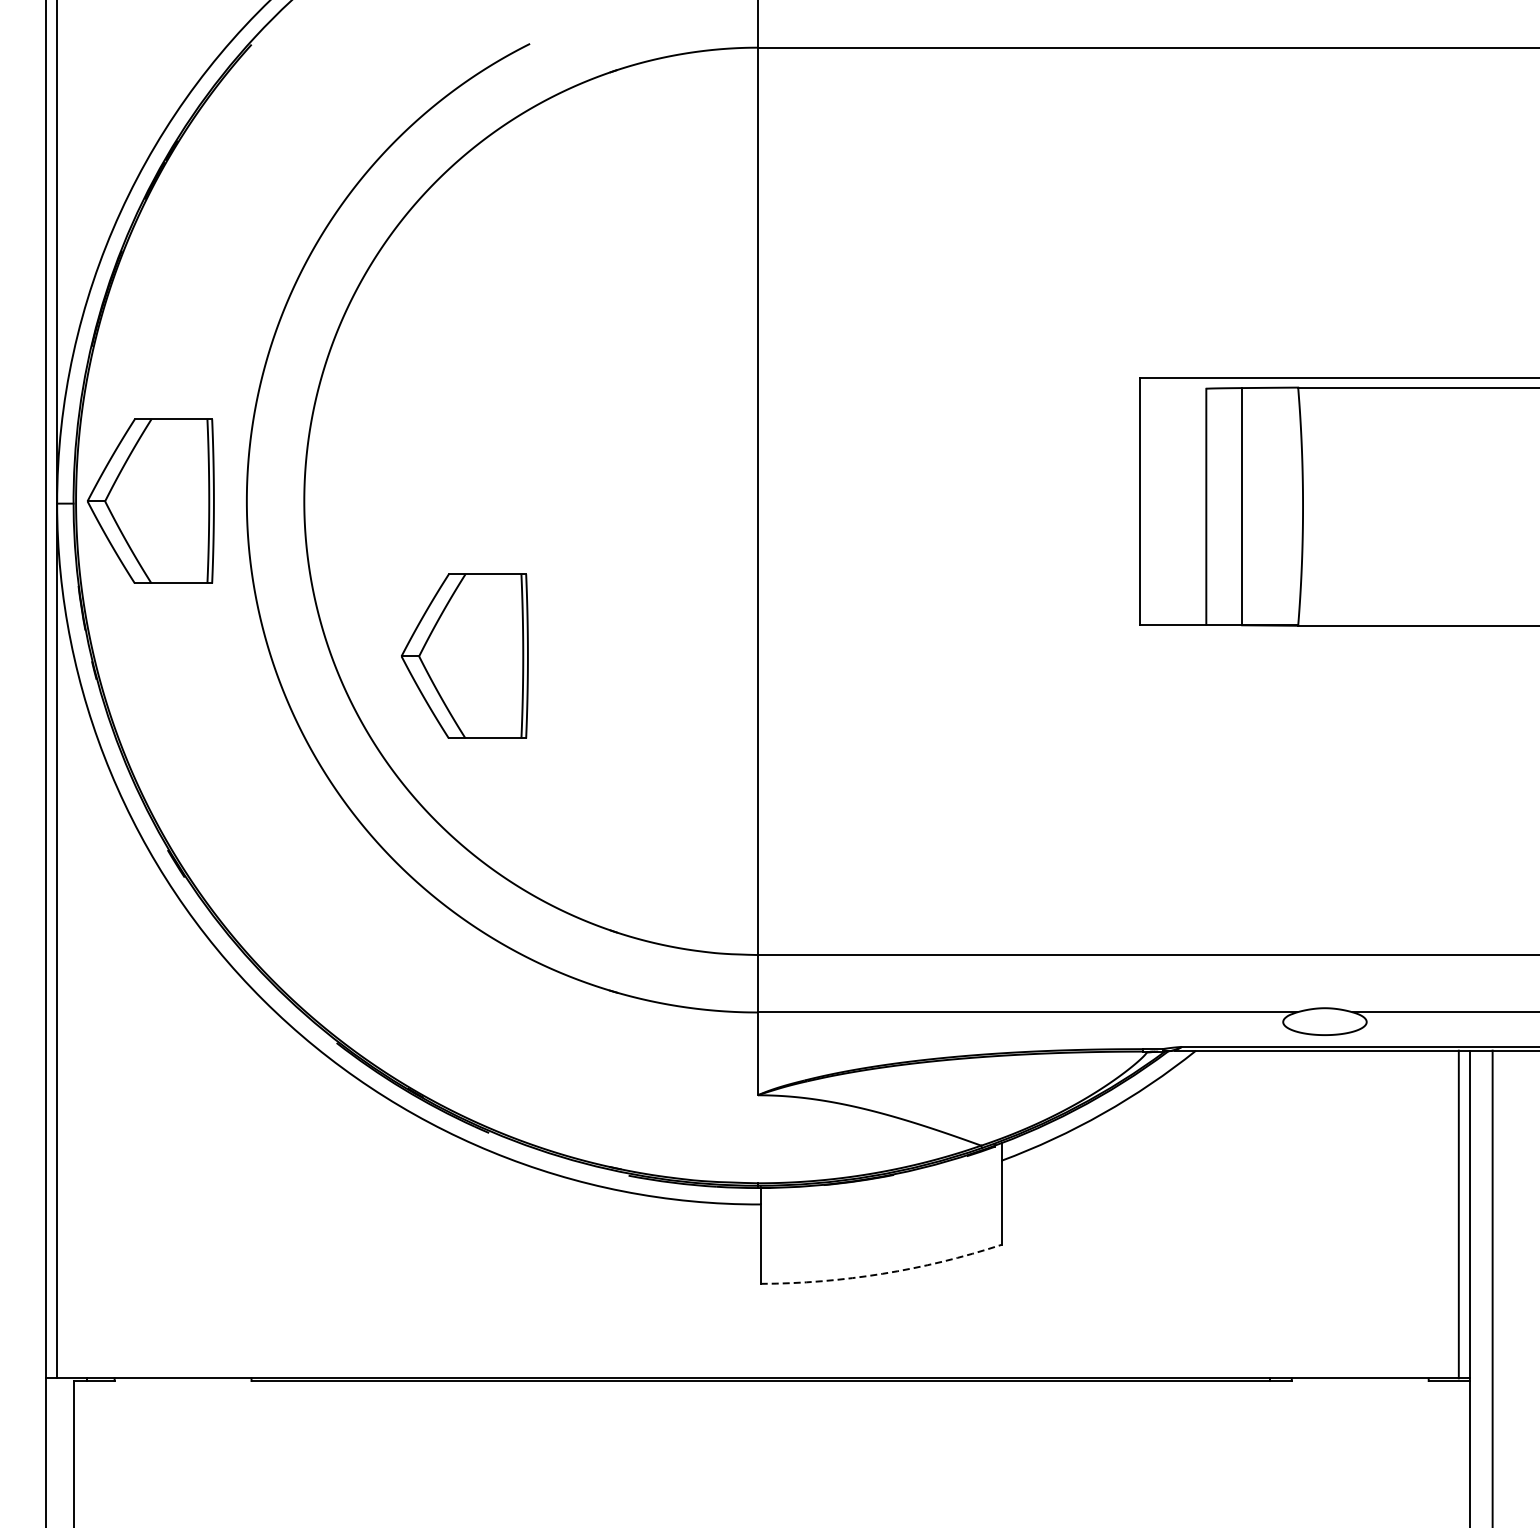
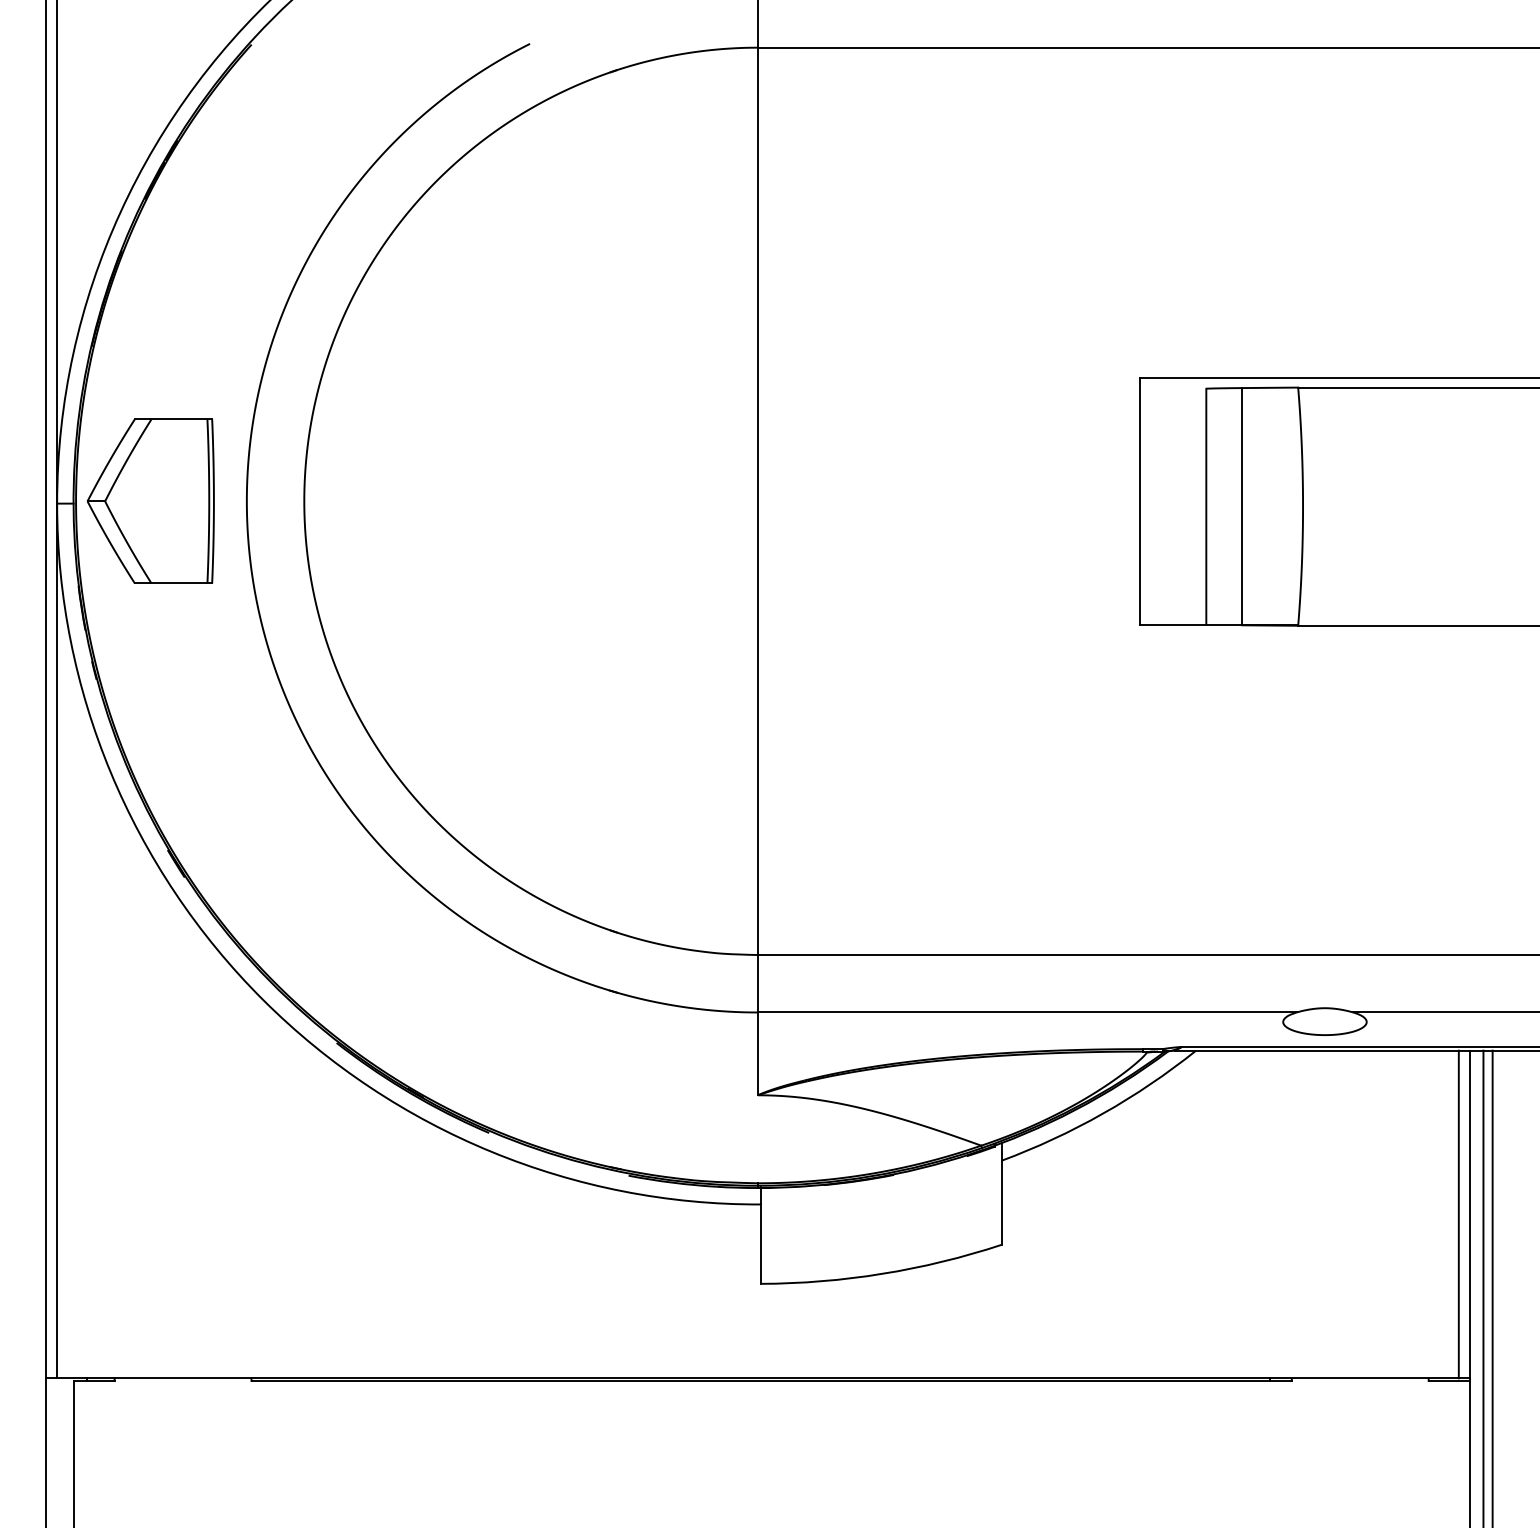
part at (464, 655): present -> none
arc at (882, 1273): dashed -> solid
line at (1483, 1287): none -> present
